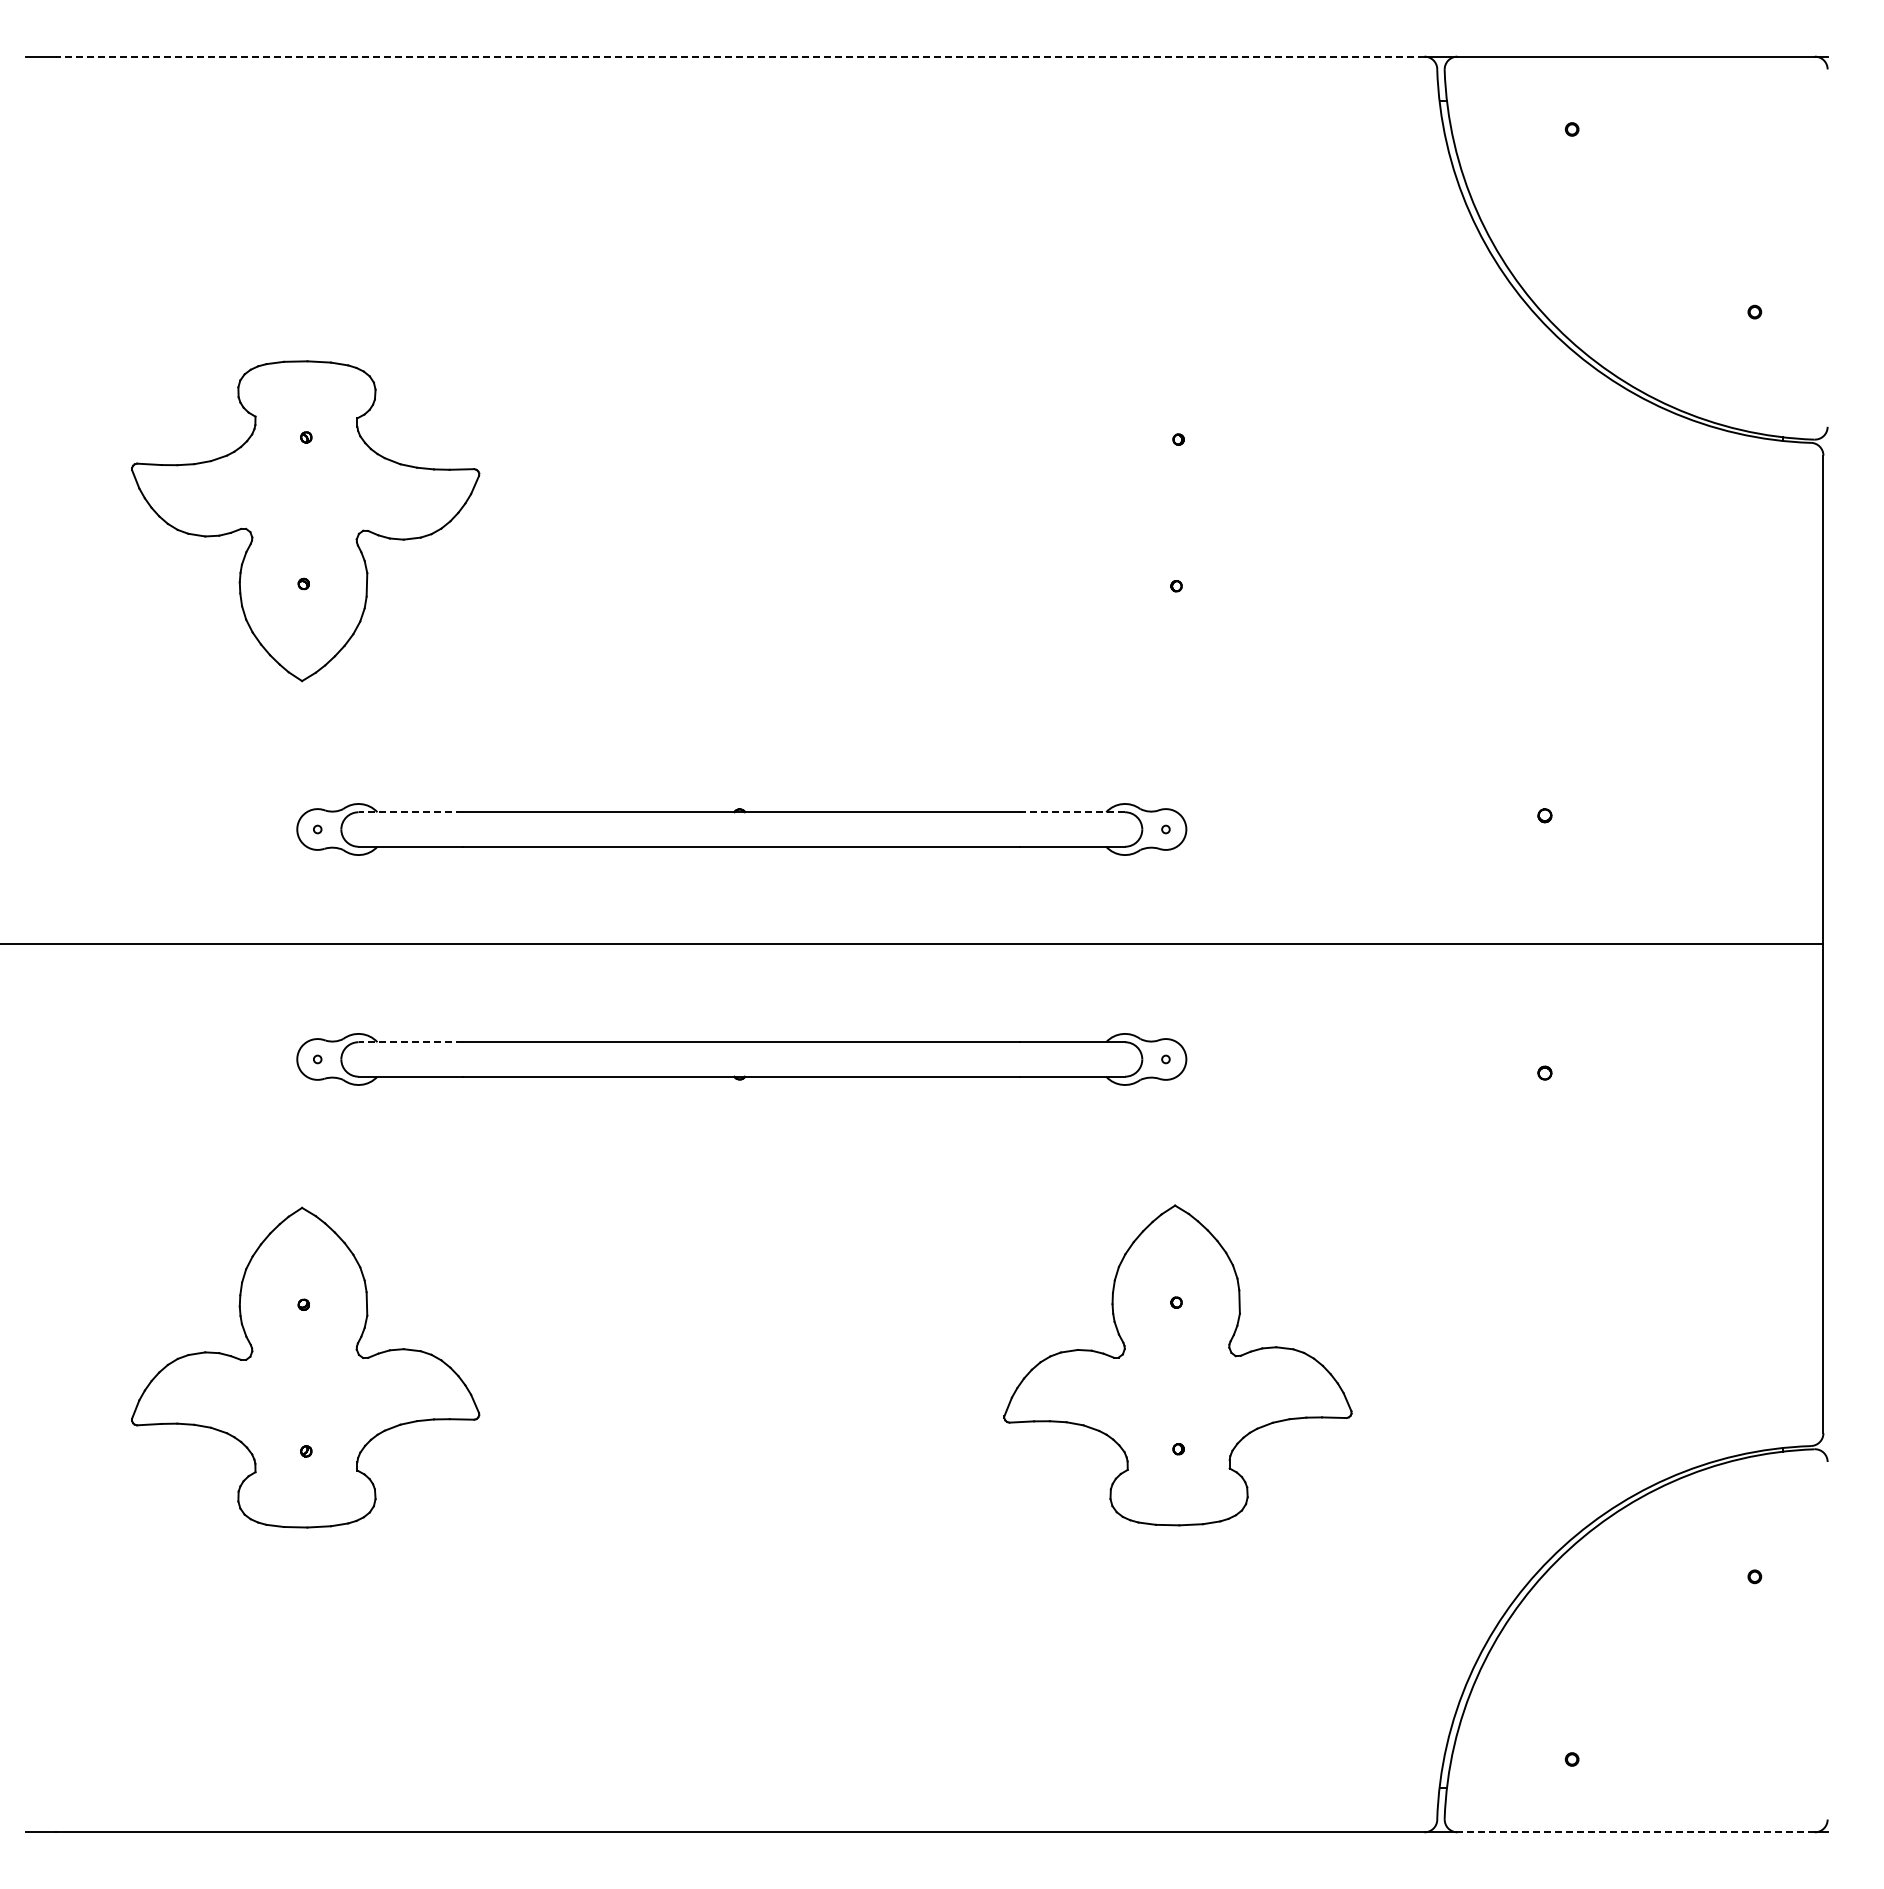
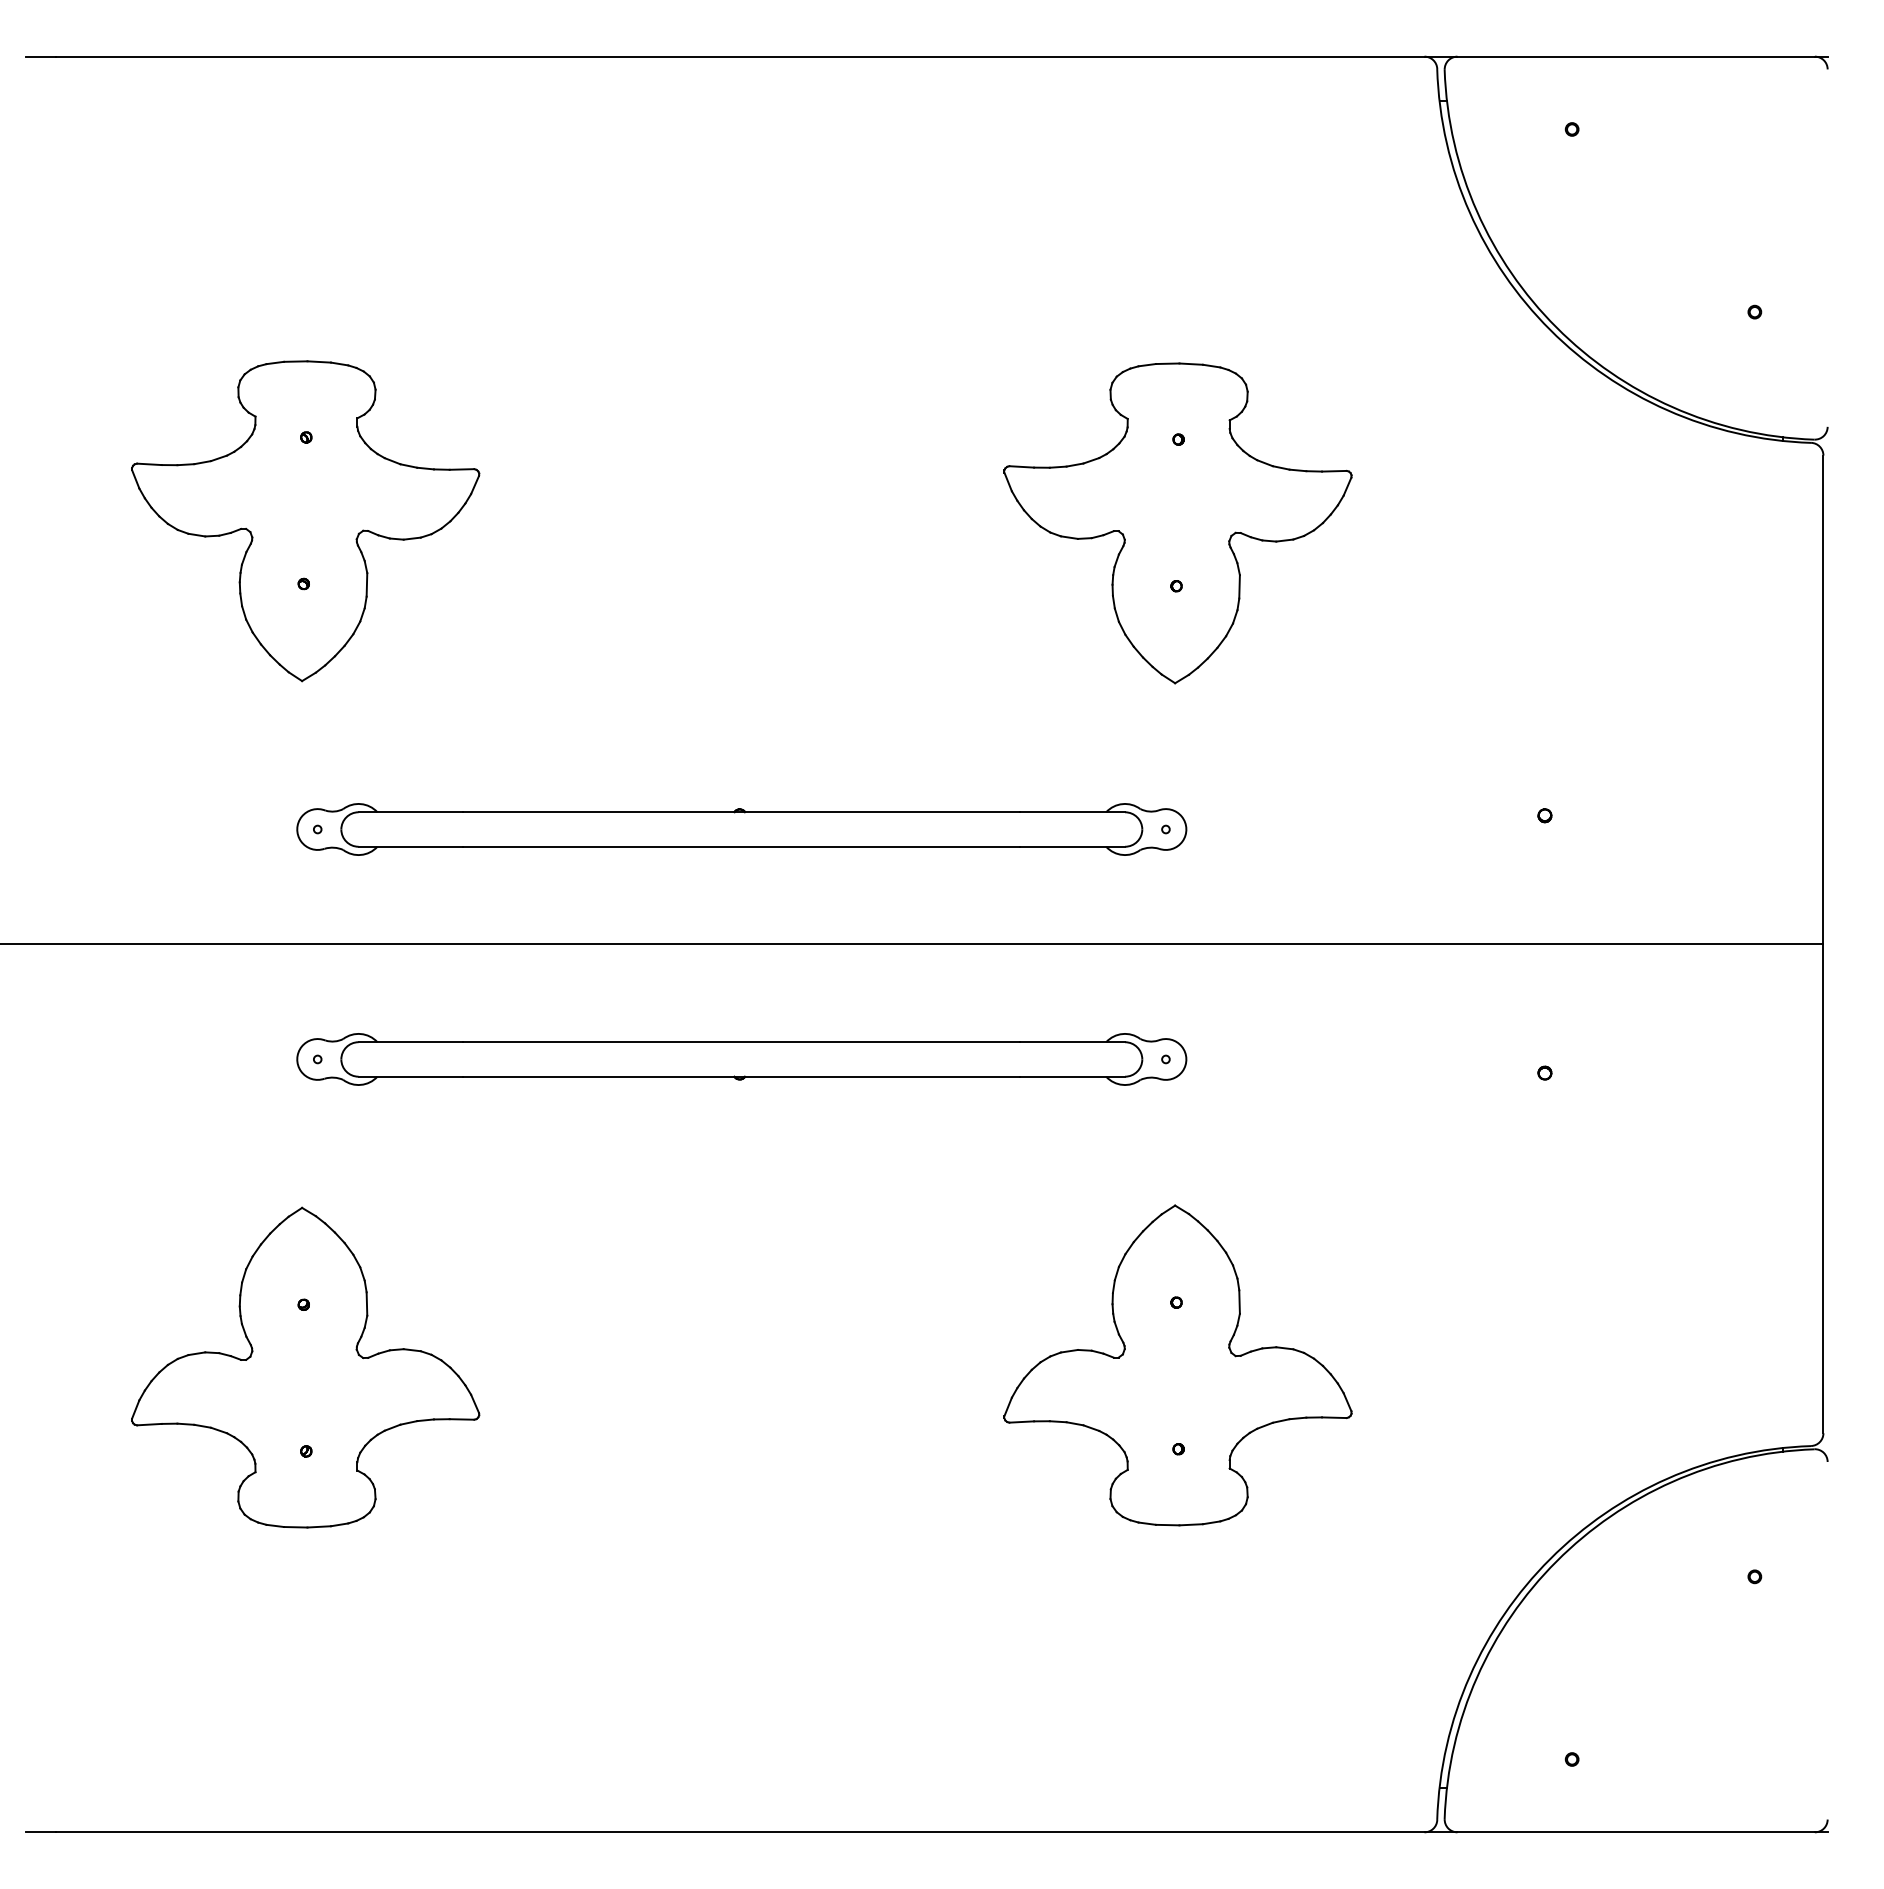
line at (739, 56): dashed -> solid
part at (1177, 523): none -> present
line at (410, 812): dashed -> solid
line at (1072, 812): dashed -> solid
line at (410, 1042): dashed -> solid
line at (1636, 1832): dashed -> solid
